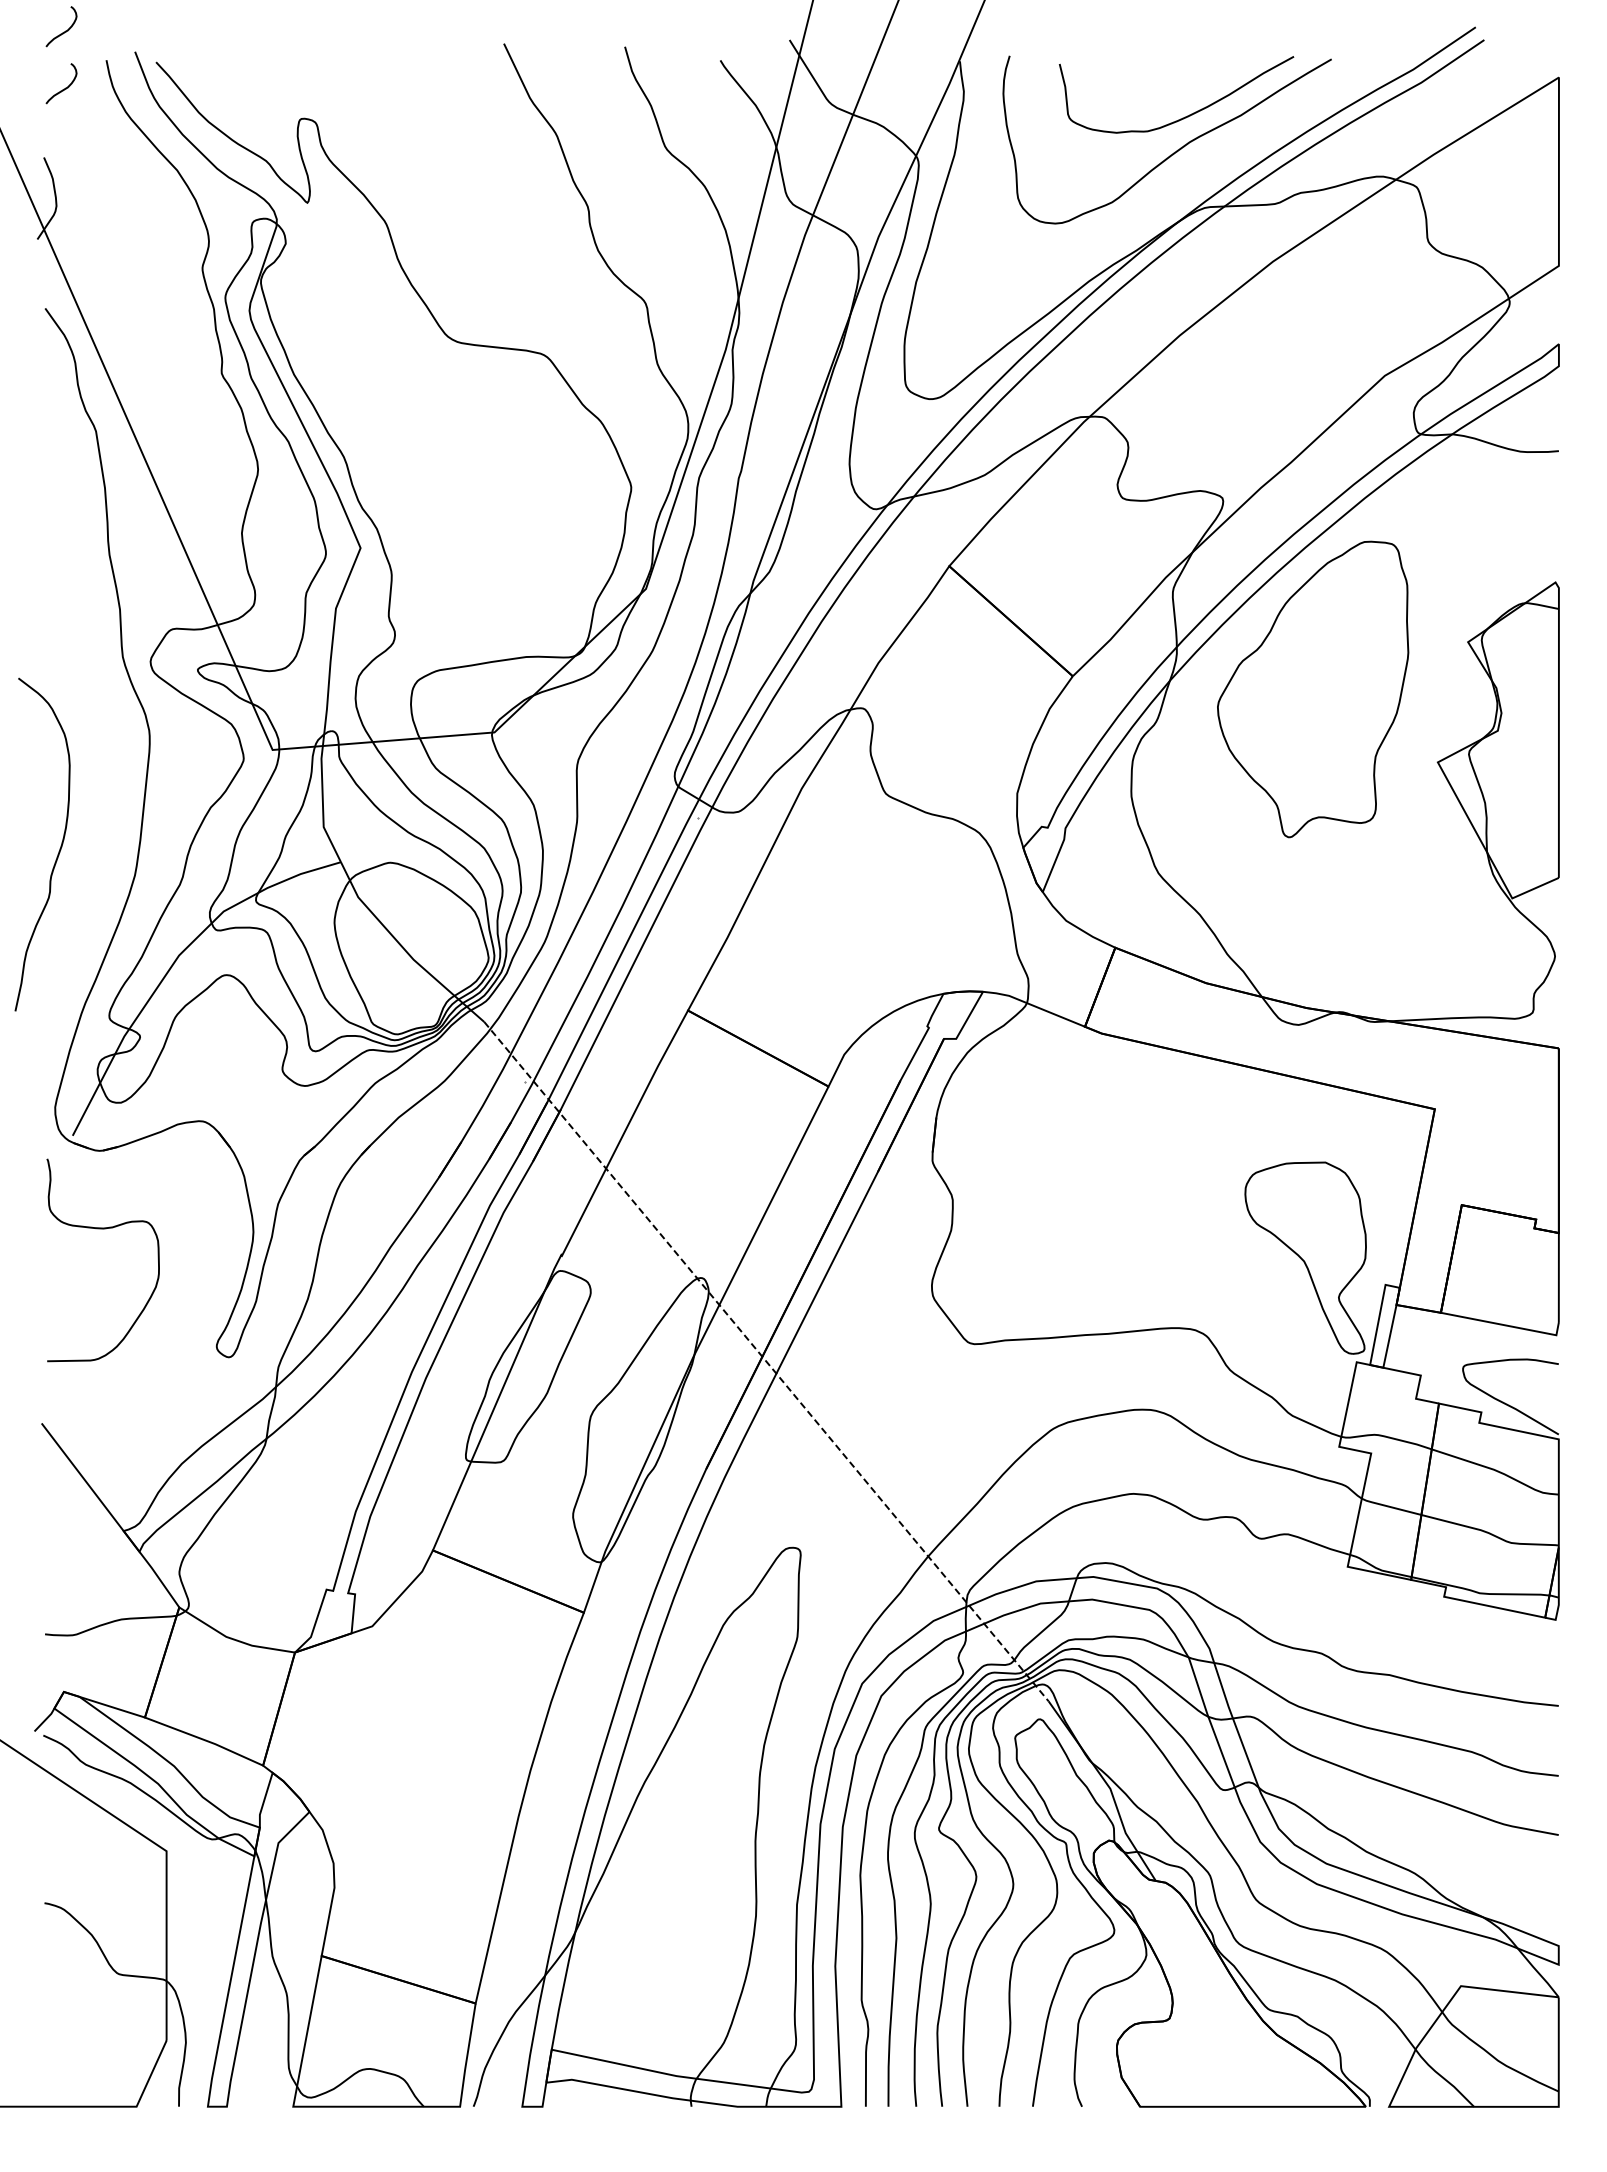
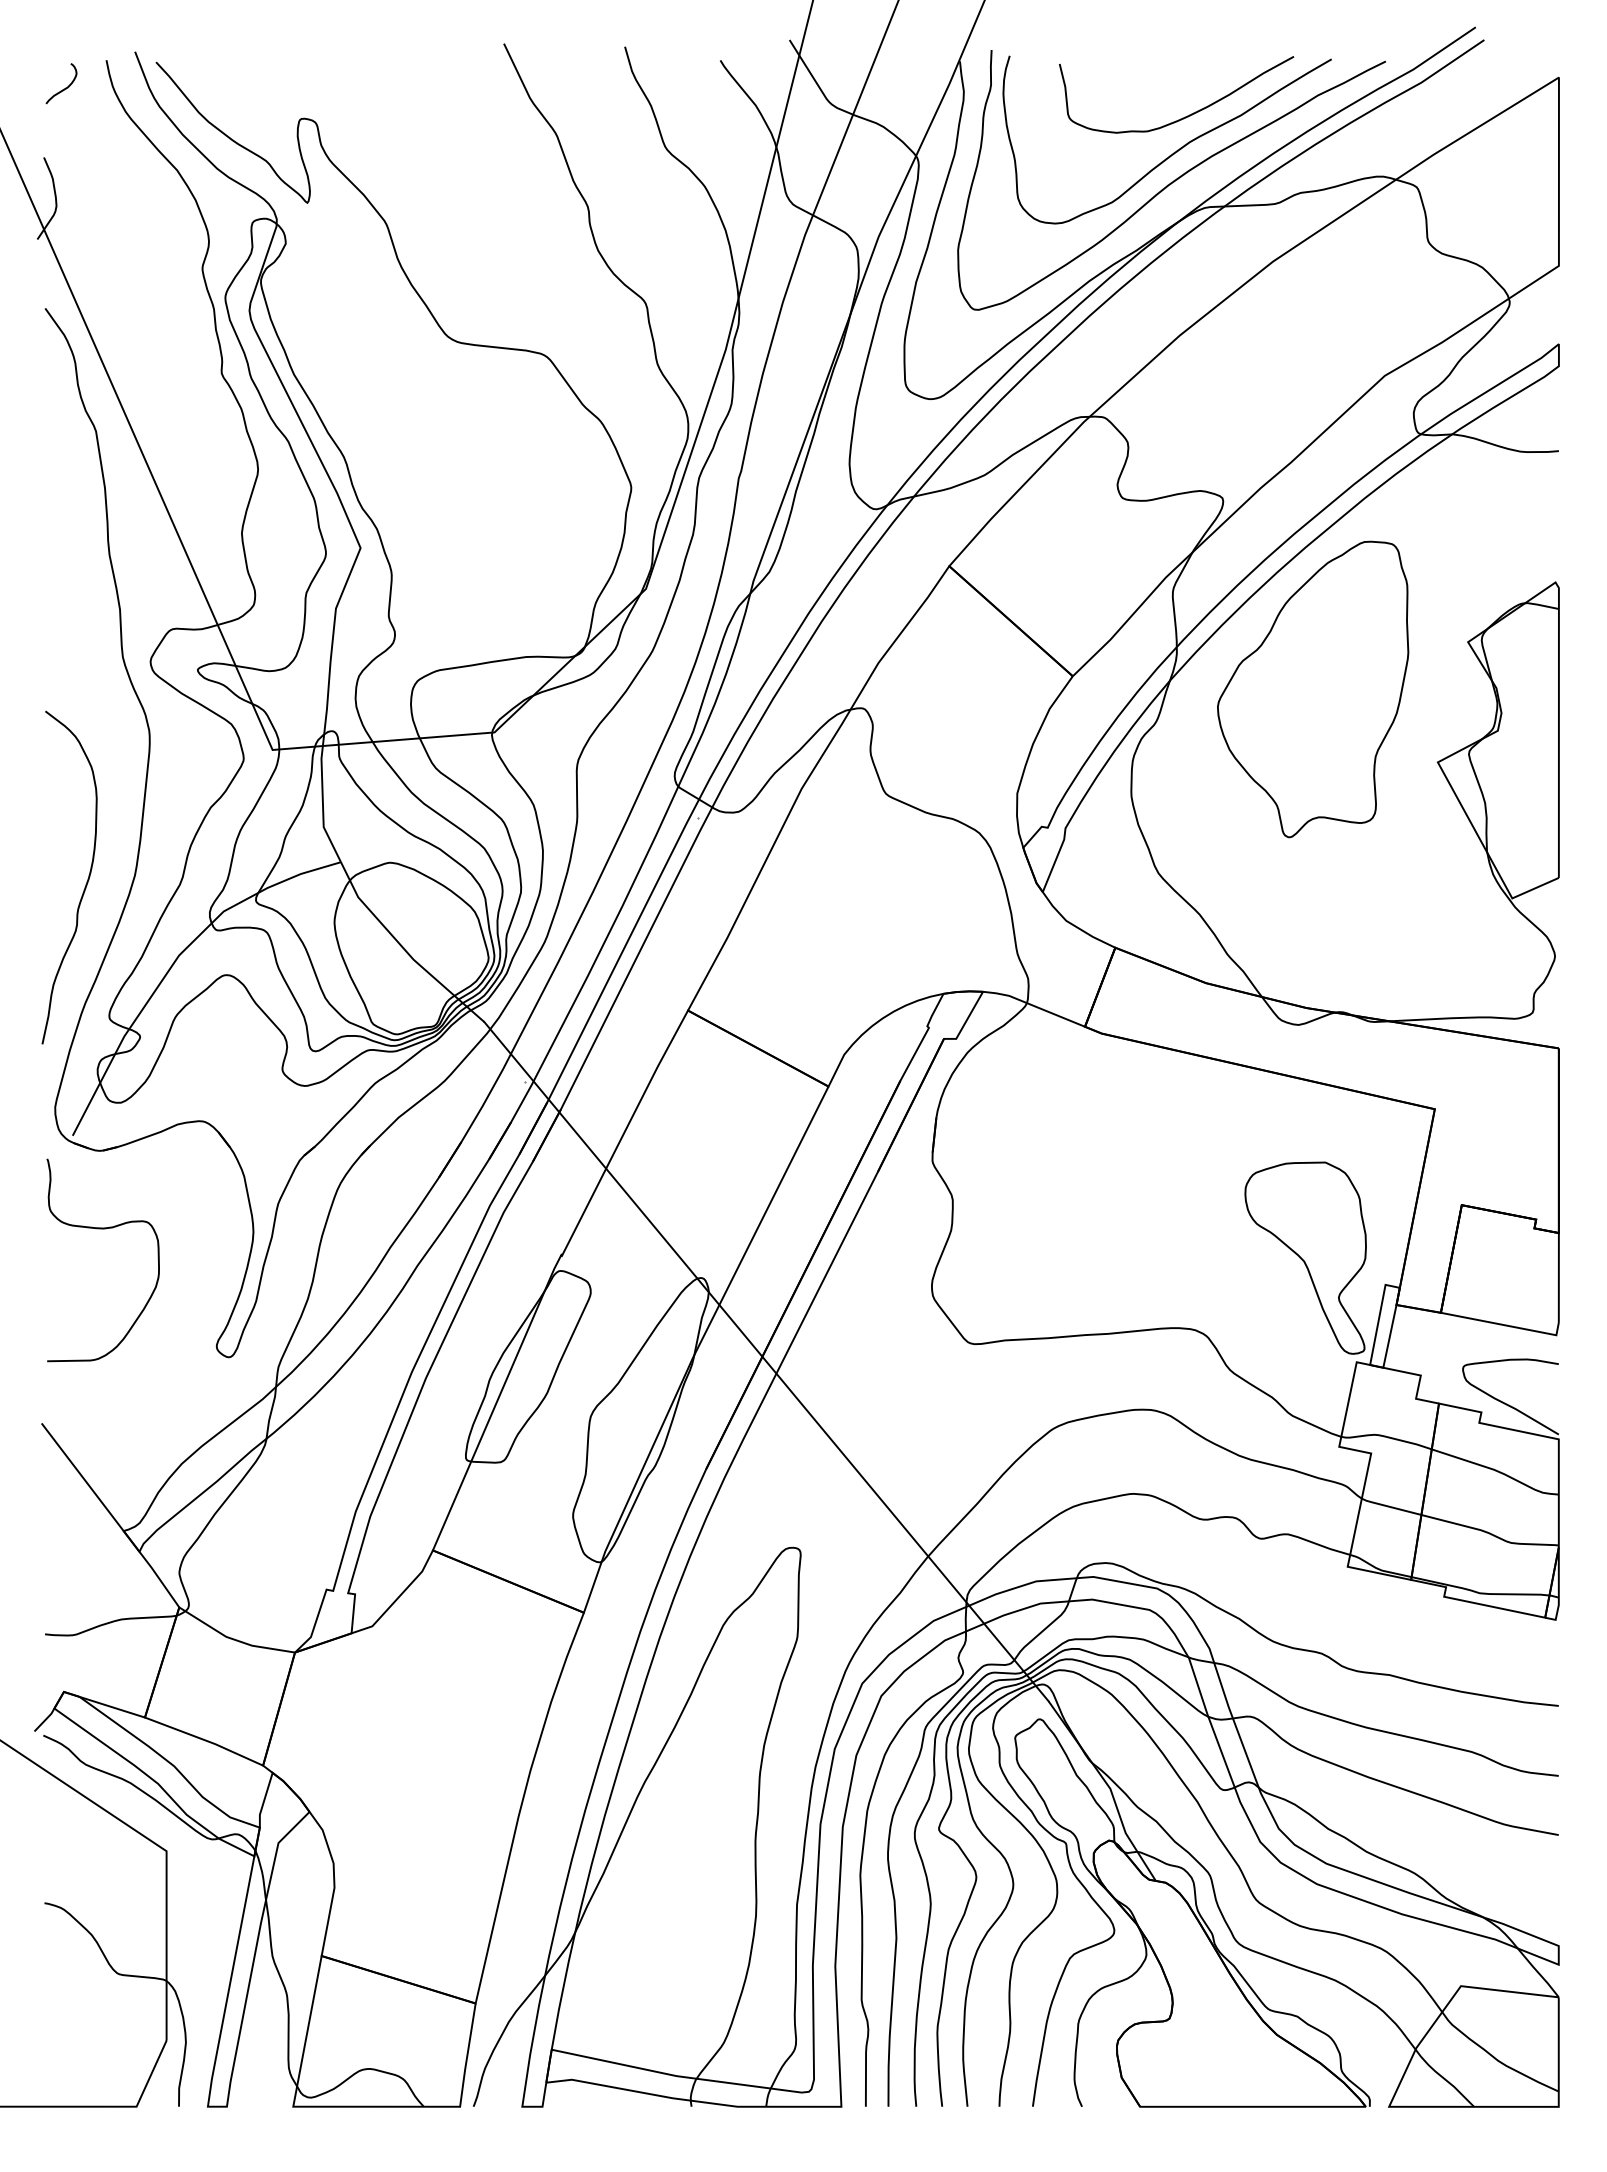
curve at (65, 30): present -> none
curve at (1172, 181): none -> present
curve at (59, 848) position: (59, 848) -> (86, 881)
line at (766, 1361): dashed -> solid
